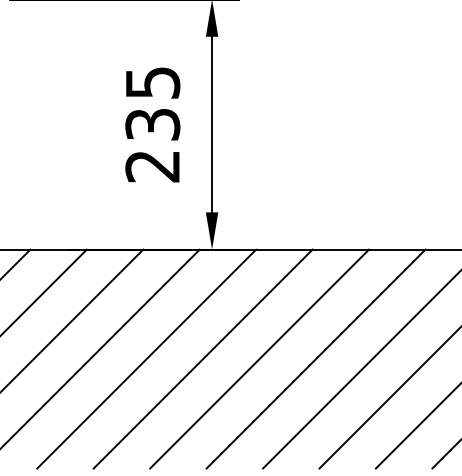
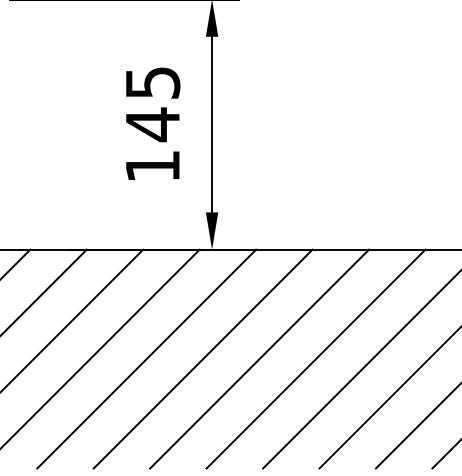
text at (152, 144): 235 -> 145
